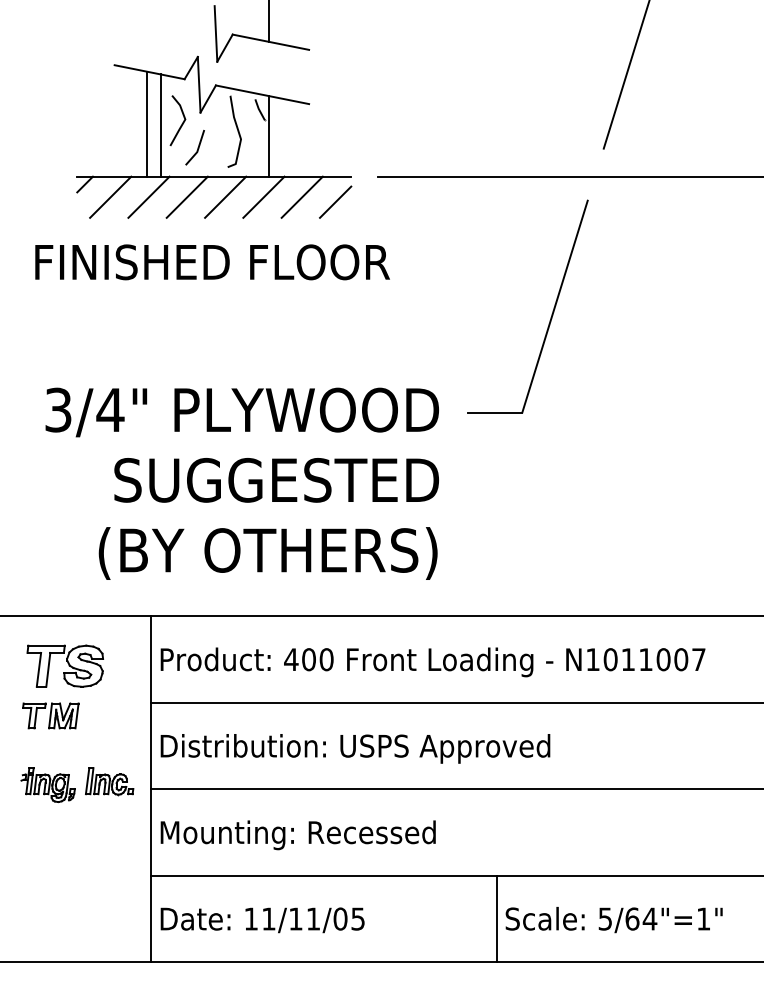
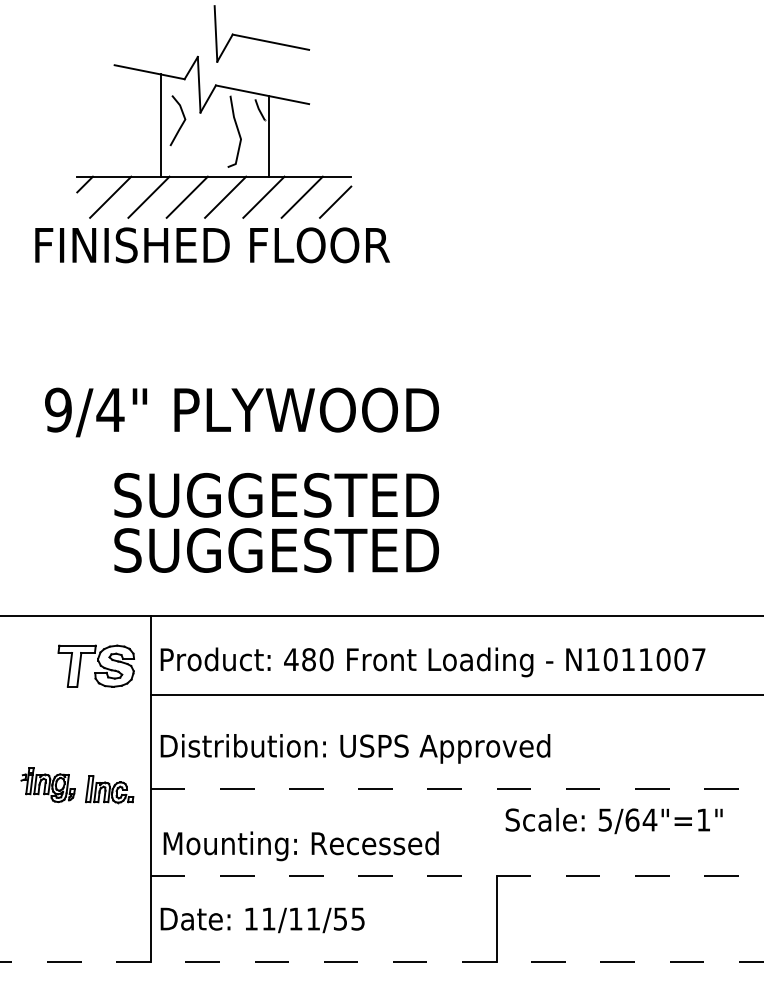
line at (268, 21): present -> none
line at (625, 75): present -> none
line at (147, 123): present -> none
line at (197, 147): present -> none
line at (569, 176): present -> none
text at (212, 262) position: (212, 262) -> (212, 245)
part at (551, 314): present -> none
text at (58, 409): 3/4" -> 9/4"
text at (276, 480) position: (276, 480) -> (276, 495)
text at (268, 553): (BY OTHERS) -> SUGGESTED
text at (308, 659): 400 -> 480
part at (64, 665) position: (64, 665) -> (95, 665)
line at (455, 702) position: (455, 702) -> (455, 694)
part at (50, 715): present -> none
part at (109, 781) position: (109, 781) -> (109, 789)
line at (457, 789): solid -> dashed
text at (297, 835) position: (297, 835) -> (300, 846)
line at (457, 875): solid -> dashed
text at (340, 918): 11/11/05 -> 11/11/55
text at (613, 920) position: (613, 920) -> (613, 821)
line at (382, 962): solid -> dashed
